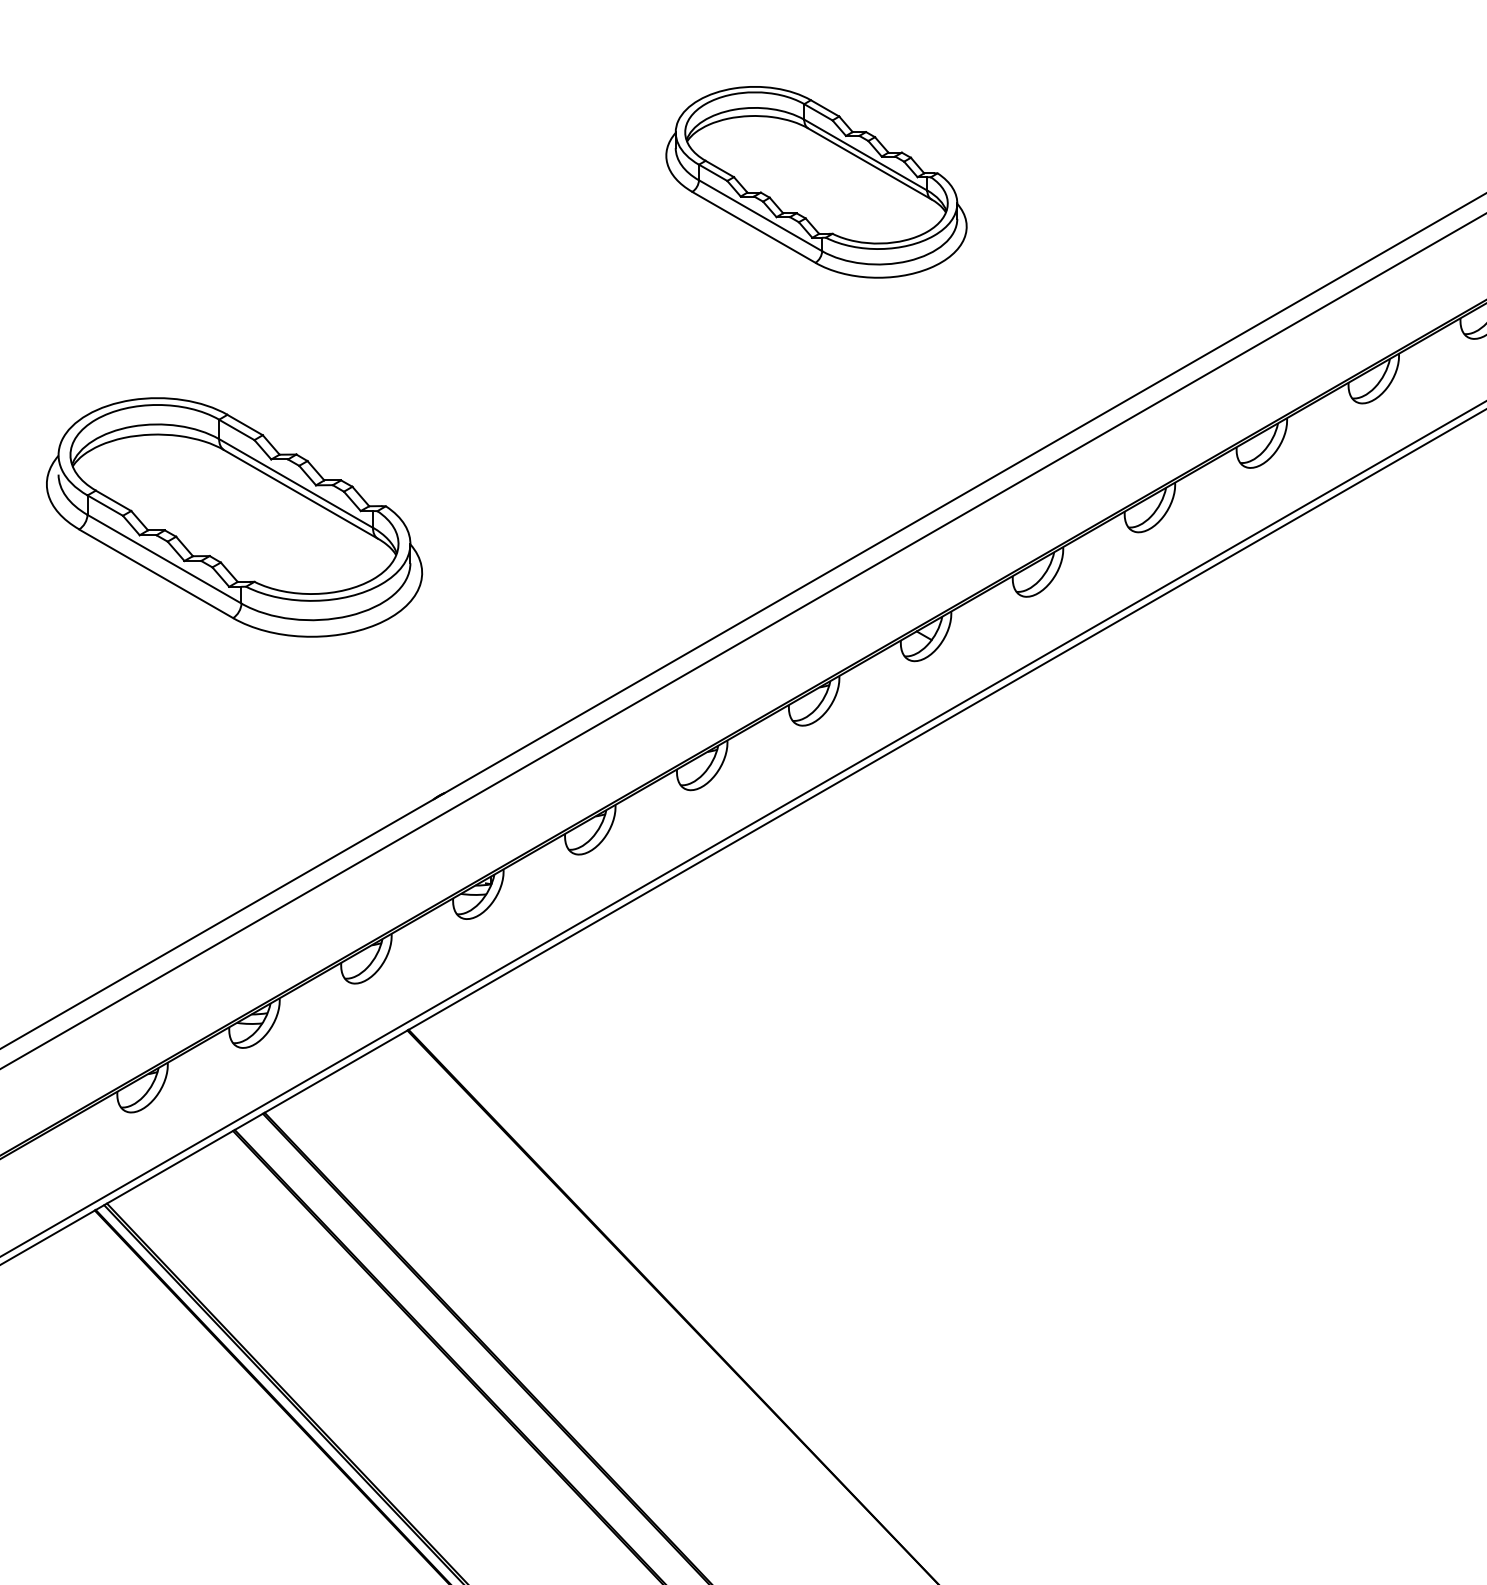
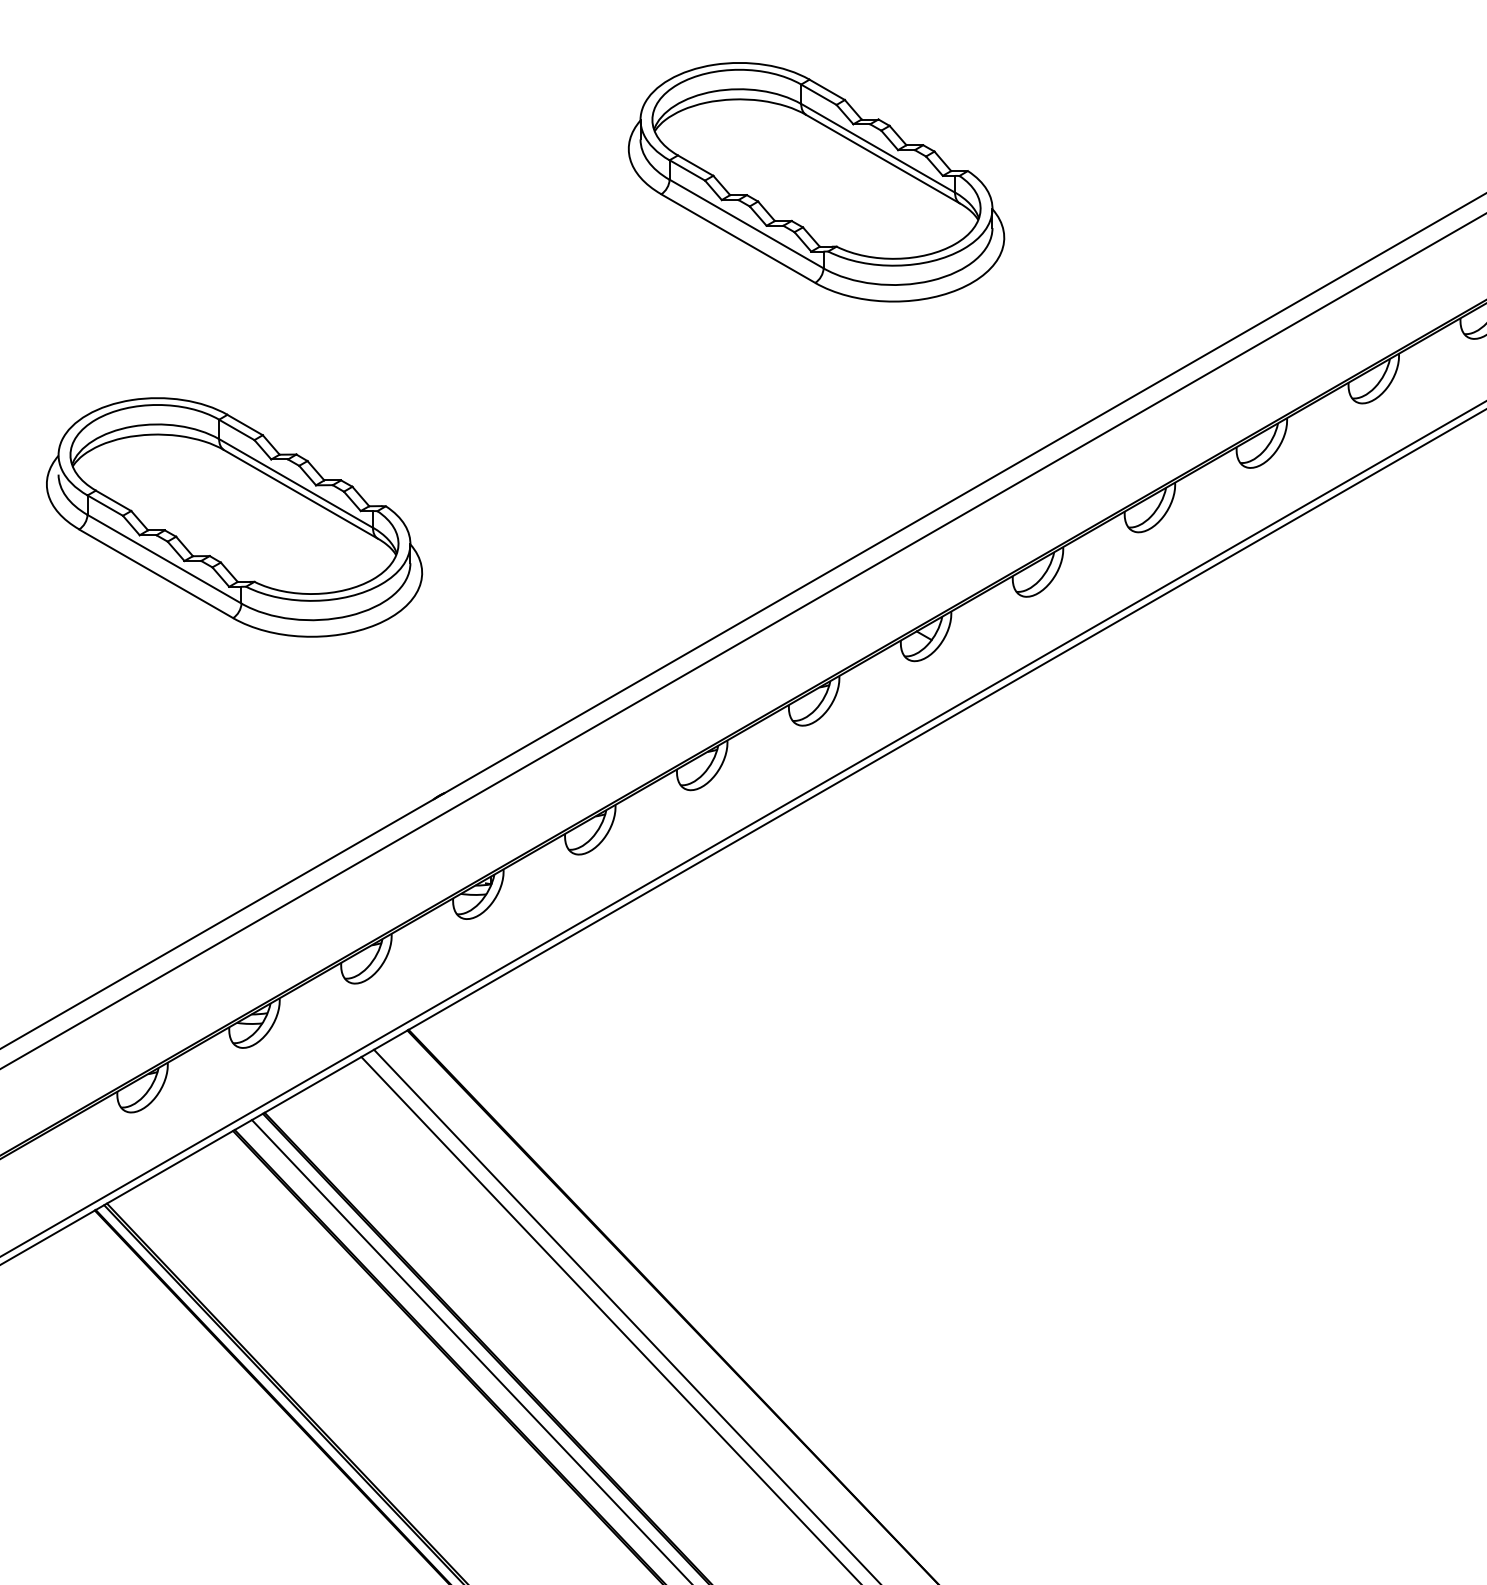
part at (816, 182) size: 303x193 px -> 379x241 px
line at (626, 1315): none -> present
line at (609, 1319): none -> present
line at (470, 1350): none -> present
